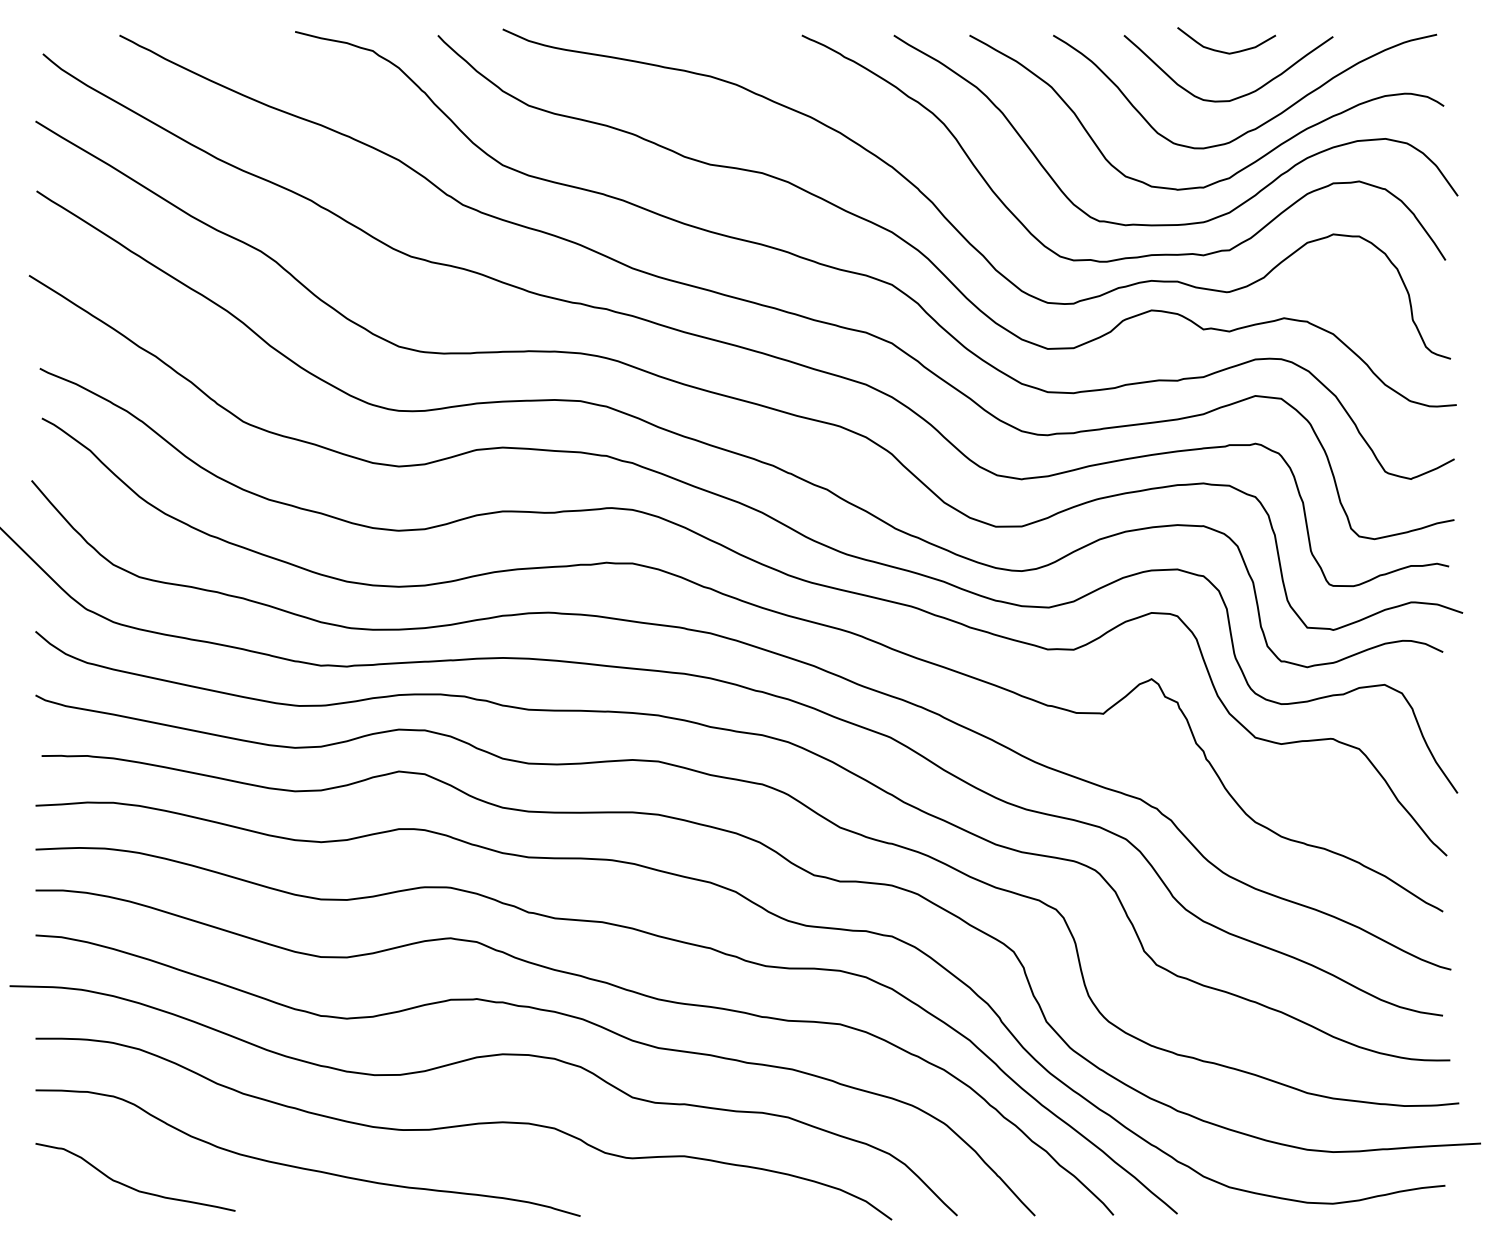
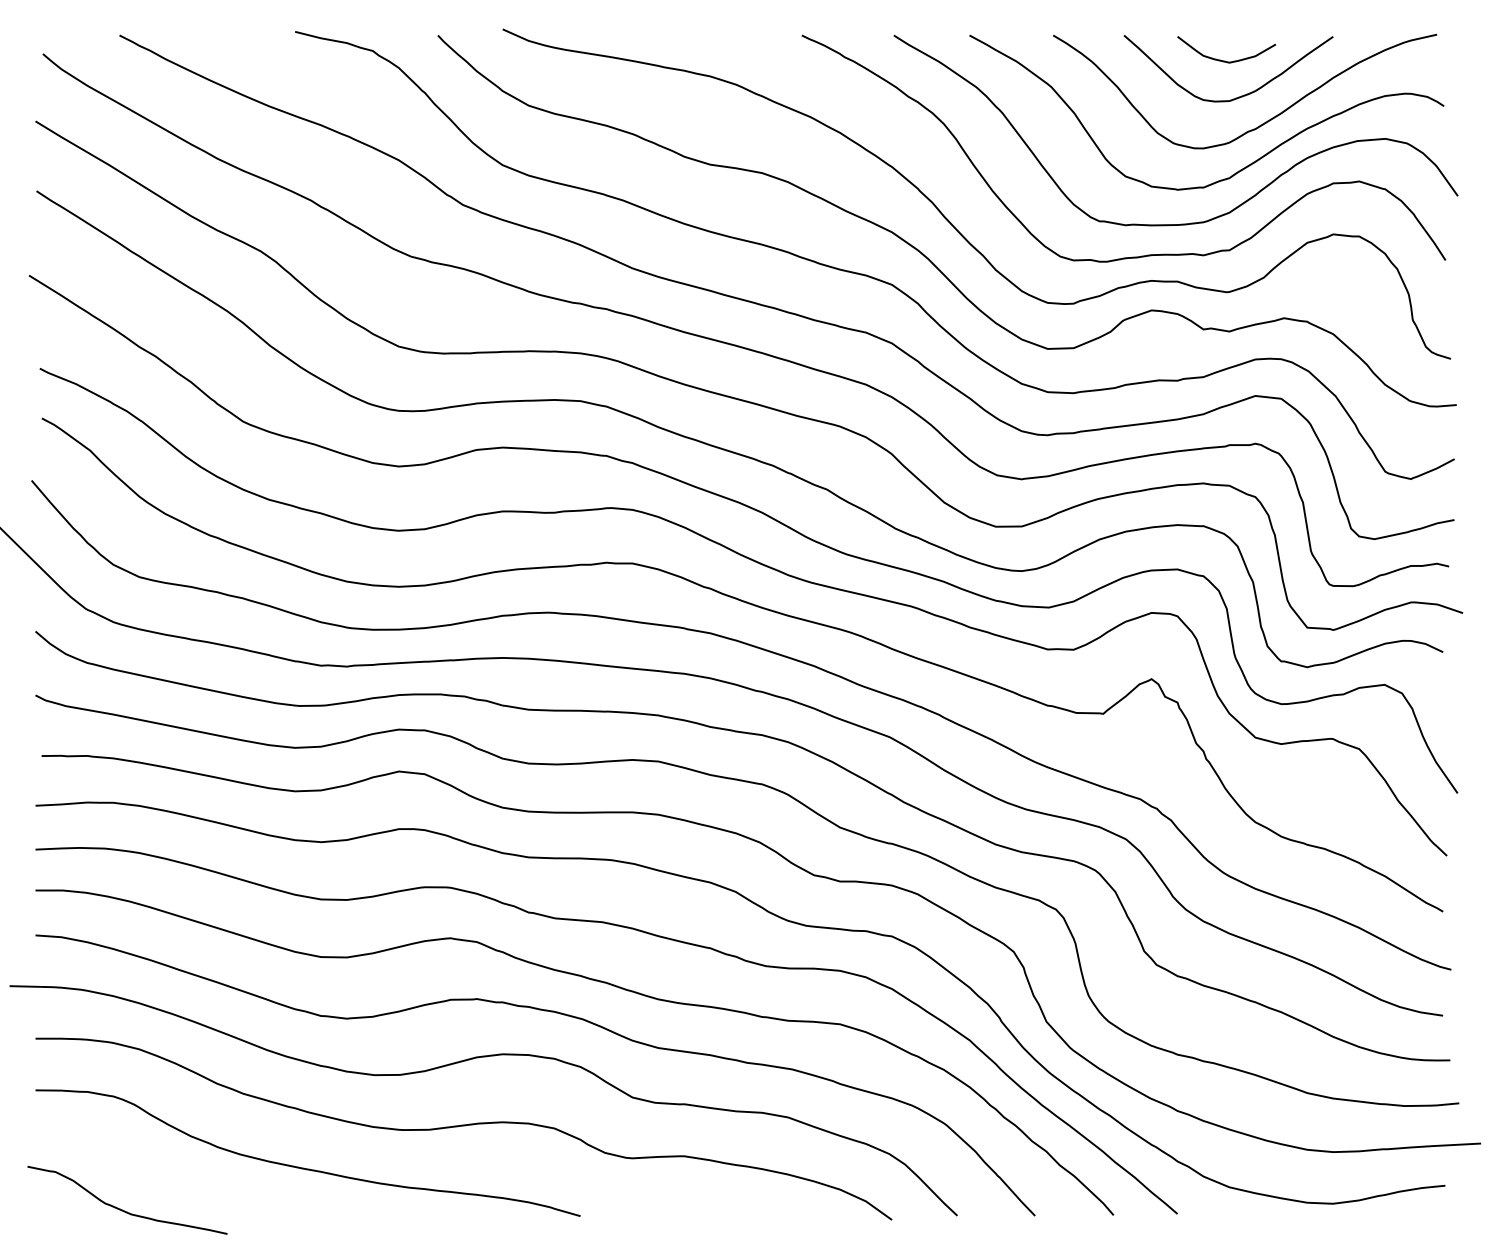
curve at (1225, 51) position: (1225, 51) -> (1225, 60)
curve at (133, 1187) position: (133, 1187) -> (125, 1210)
